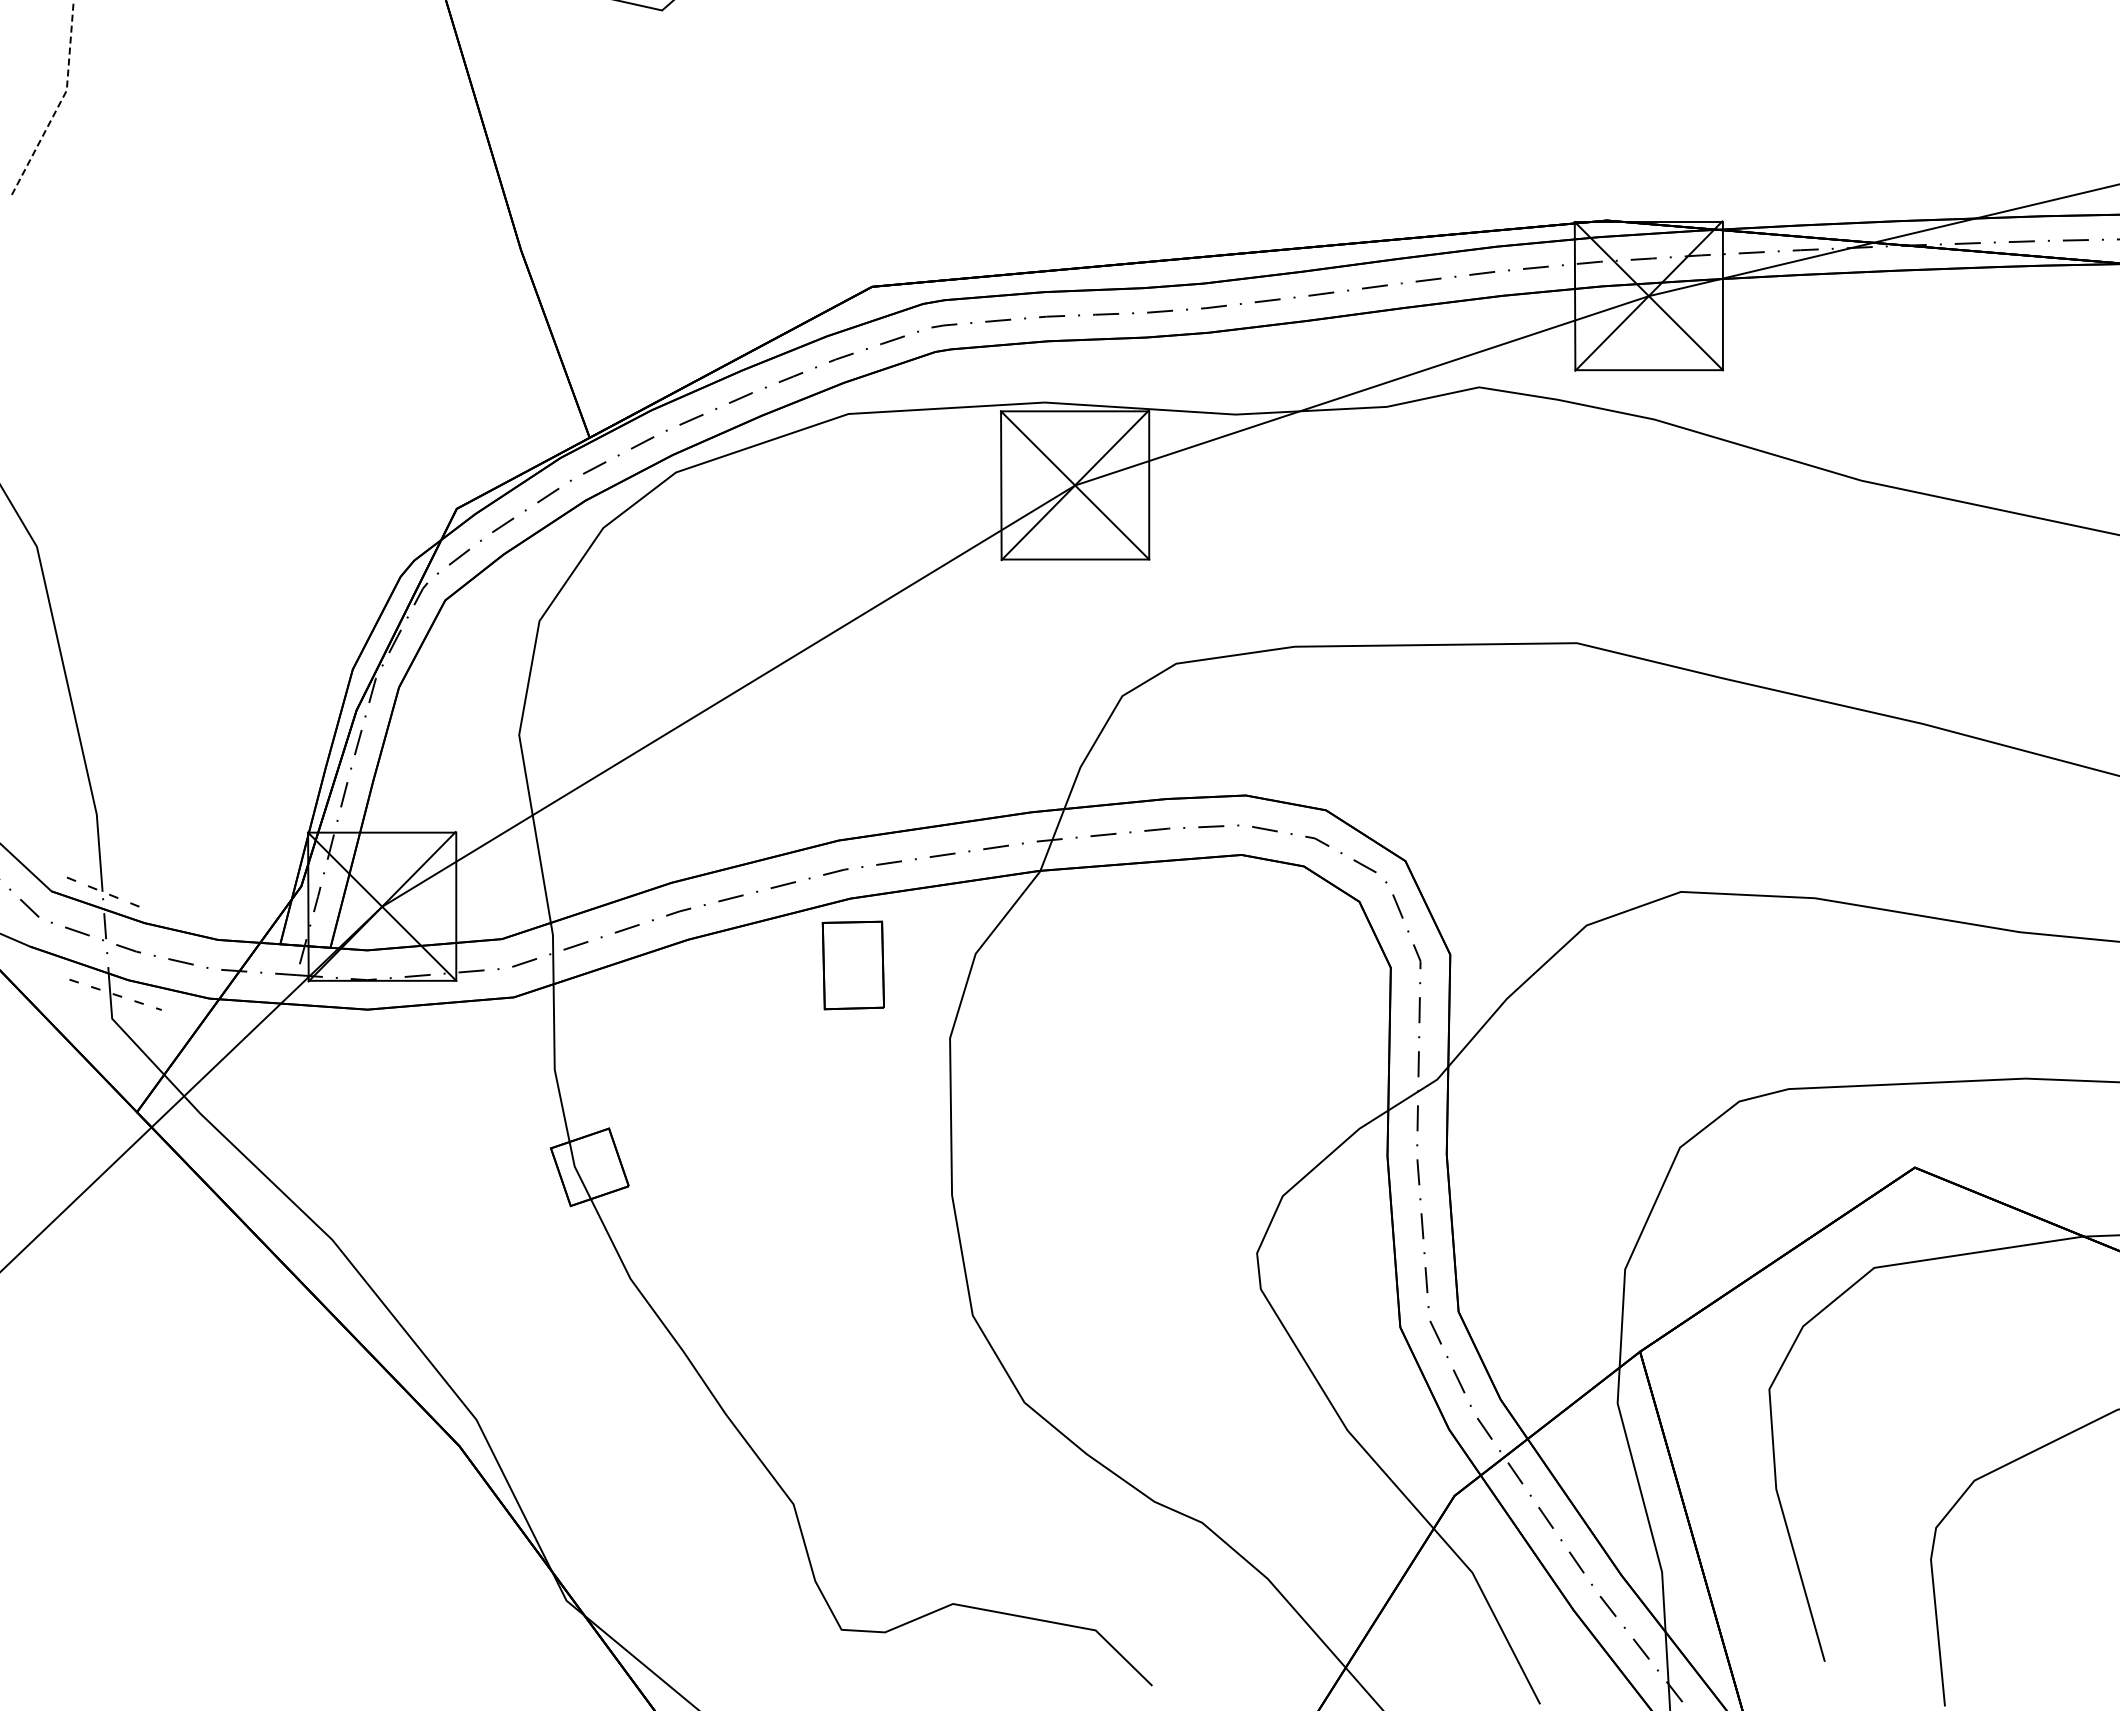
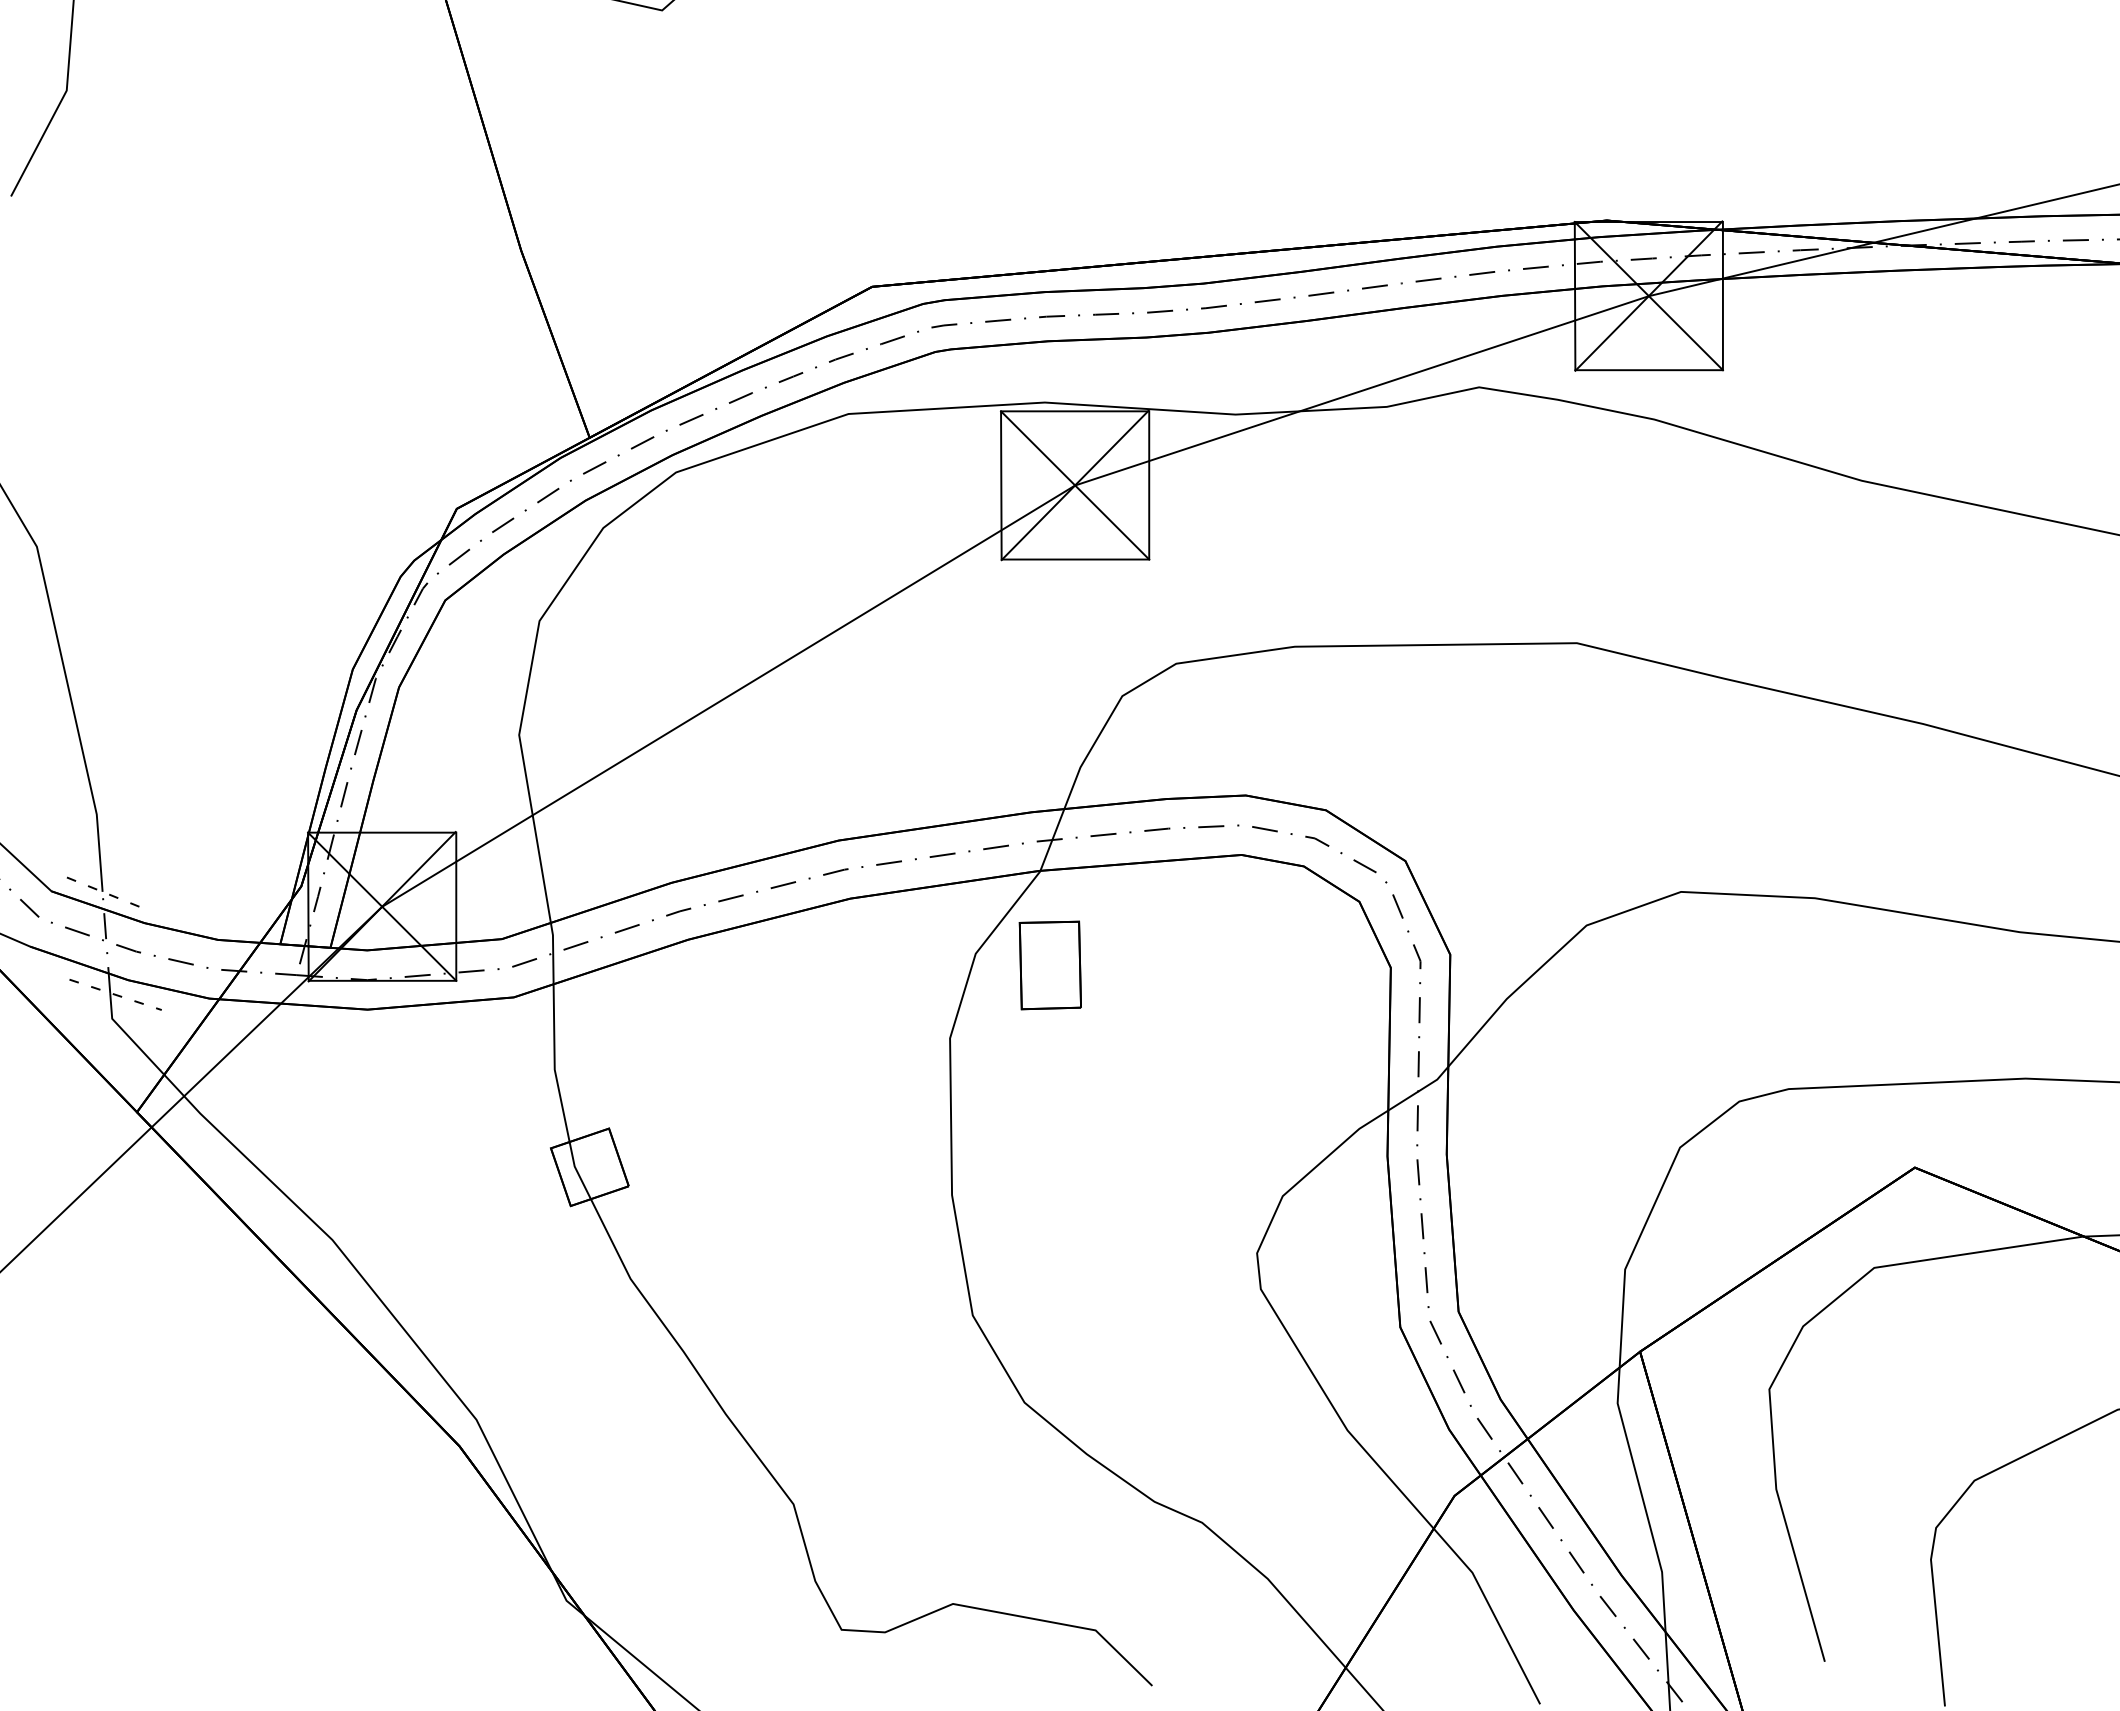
line at (59, 103): dashed -> solid
part at (852, 965) position: (852, 965) -> (1049, 965)
